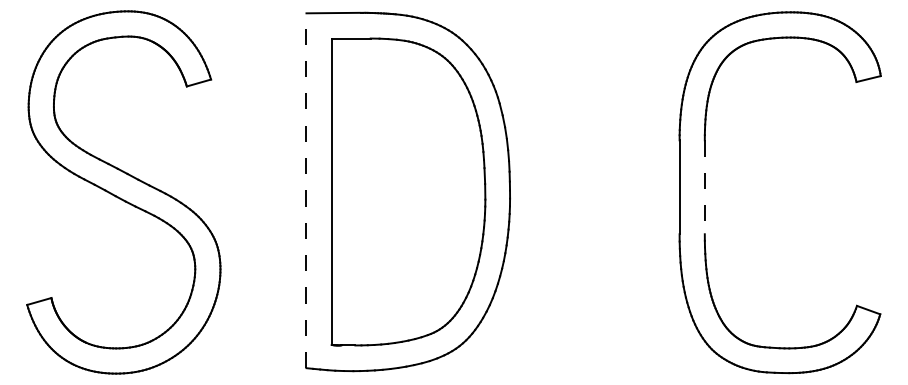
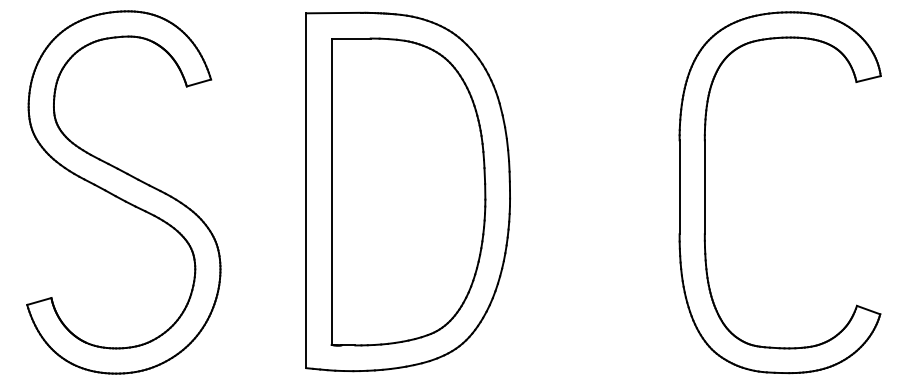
line at (704, 187): dashed -> solid
line at (306, 190): dashed -> solid
